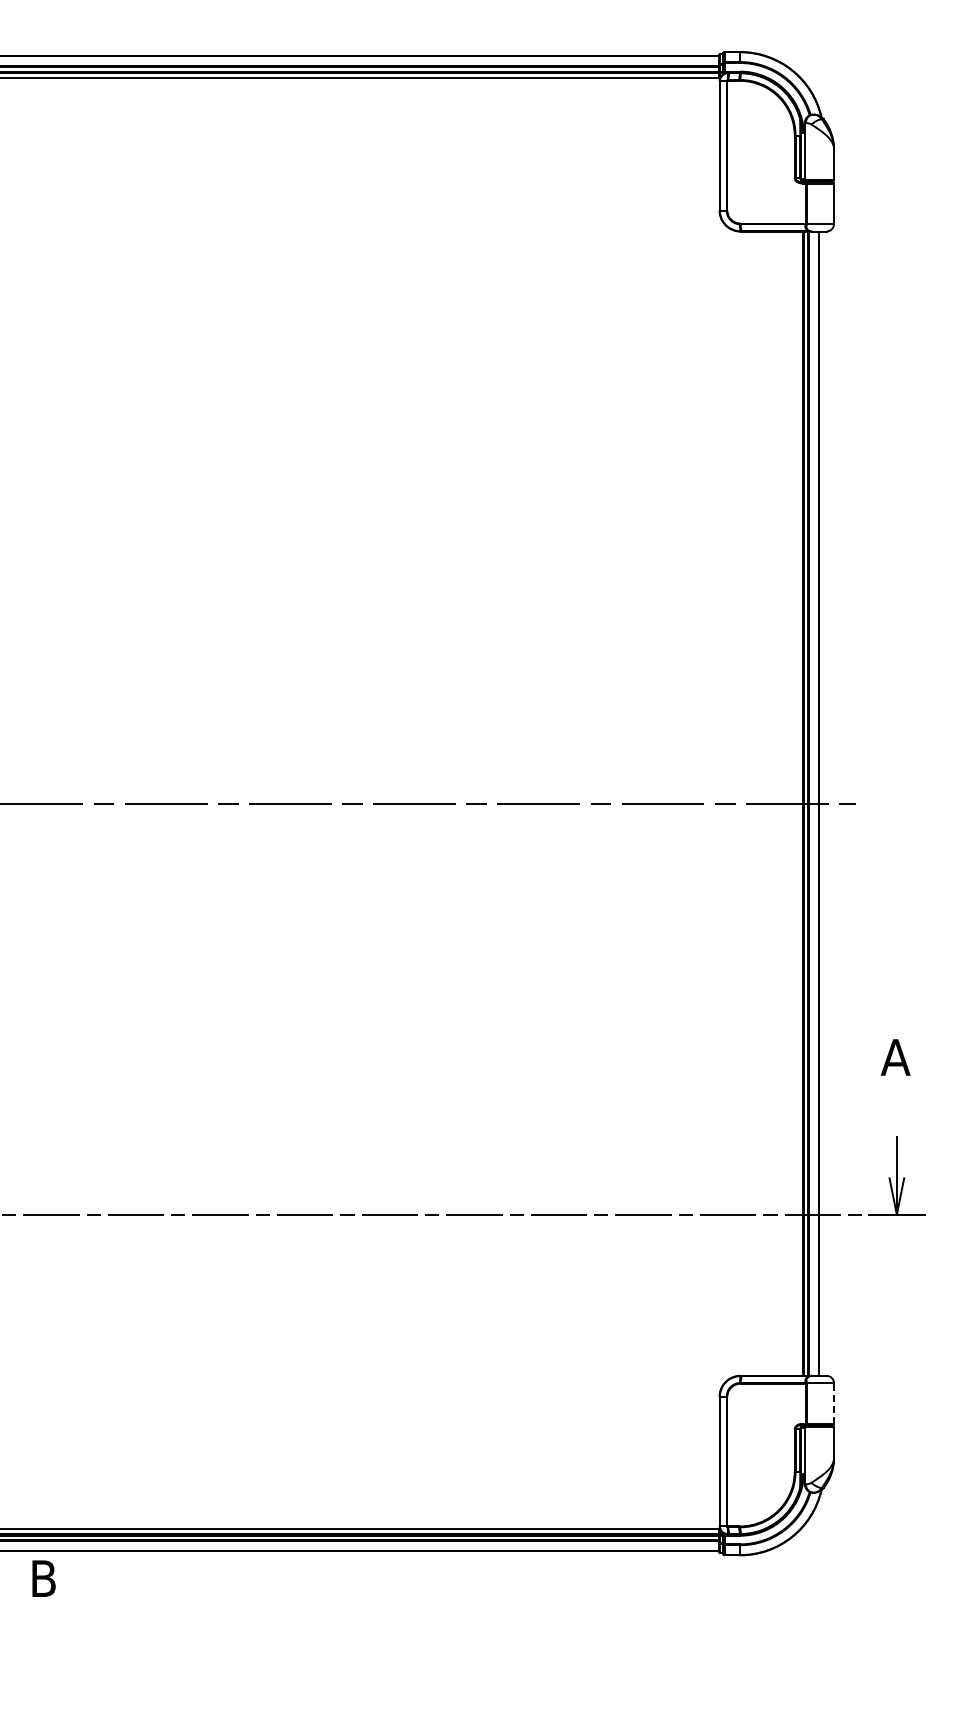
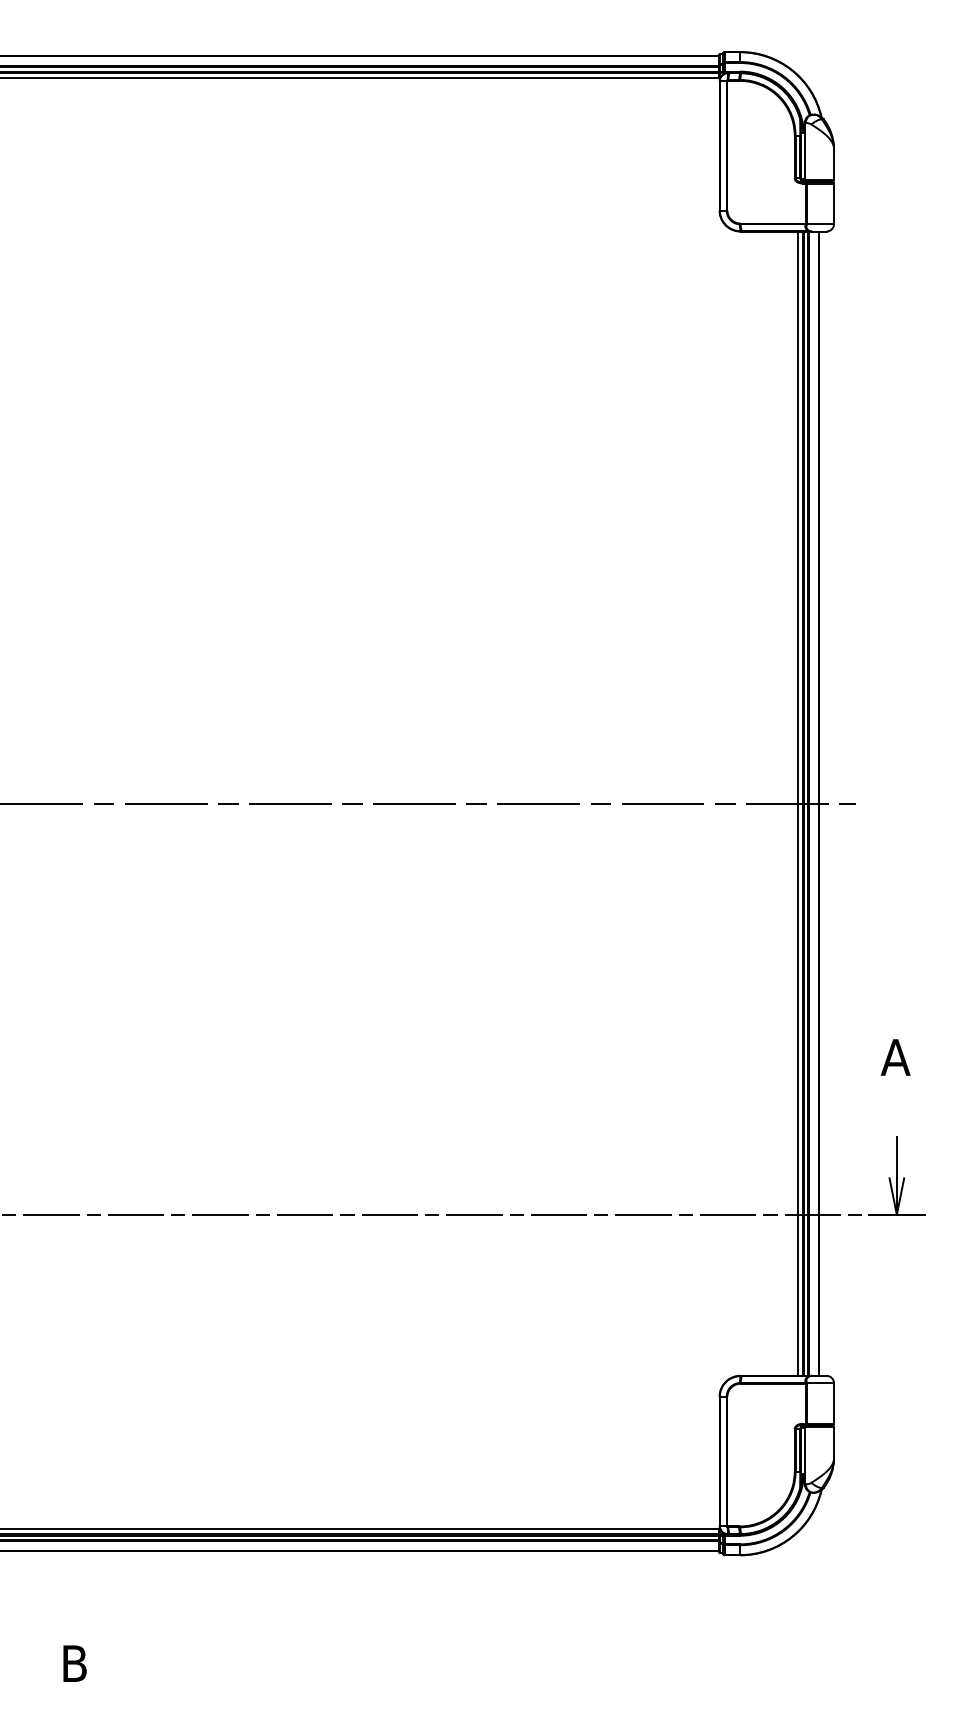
line at (797, 803): none -> present
line at (834, 1403): dashed -> solid
text at (43, 1578) position: (43, 1578) -> (74, 1663)
